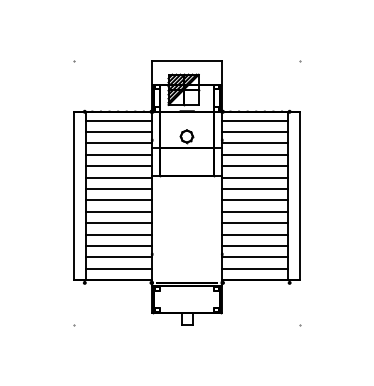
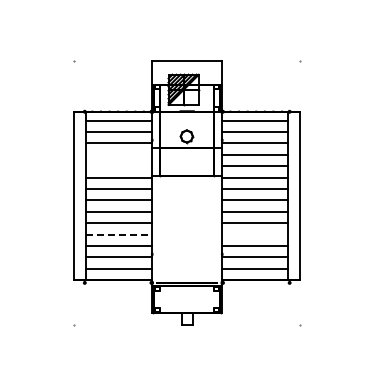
line at (118, 154): present -> none
line at (118, 166): present -> none
line at (119, 234): solid -> dashed
line at (254, 234): present -> none
